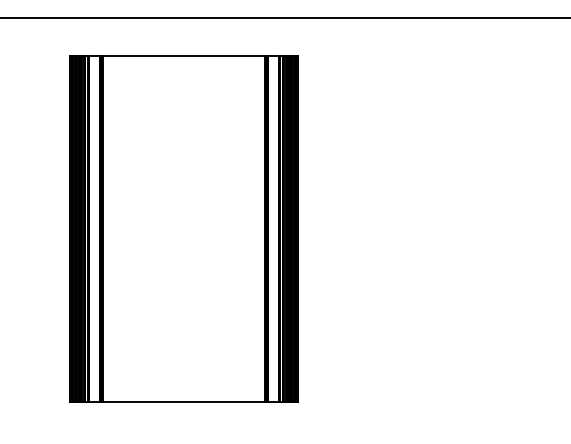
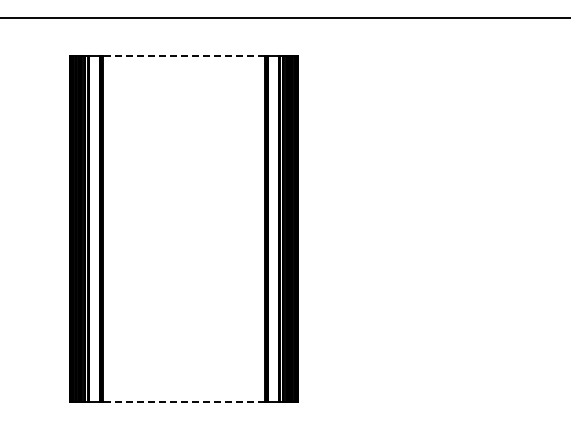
line at (183, 56): solid -> dashed
line at (183, 402): solid -> dashed
